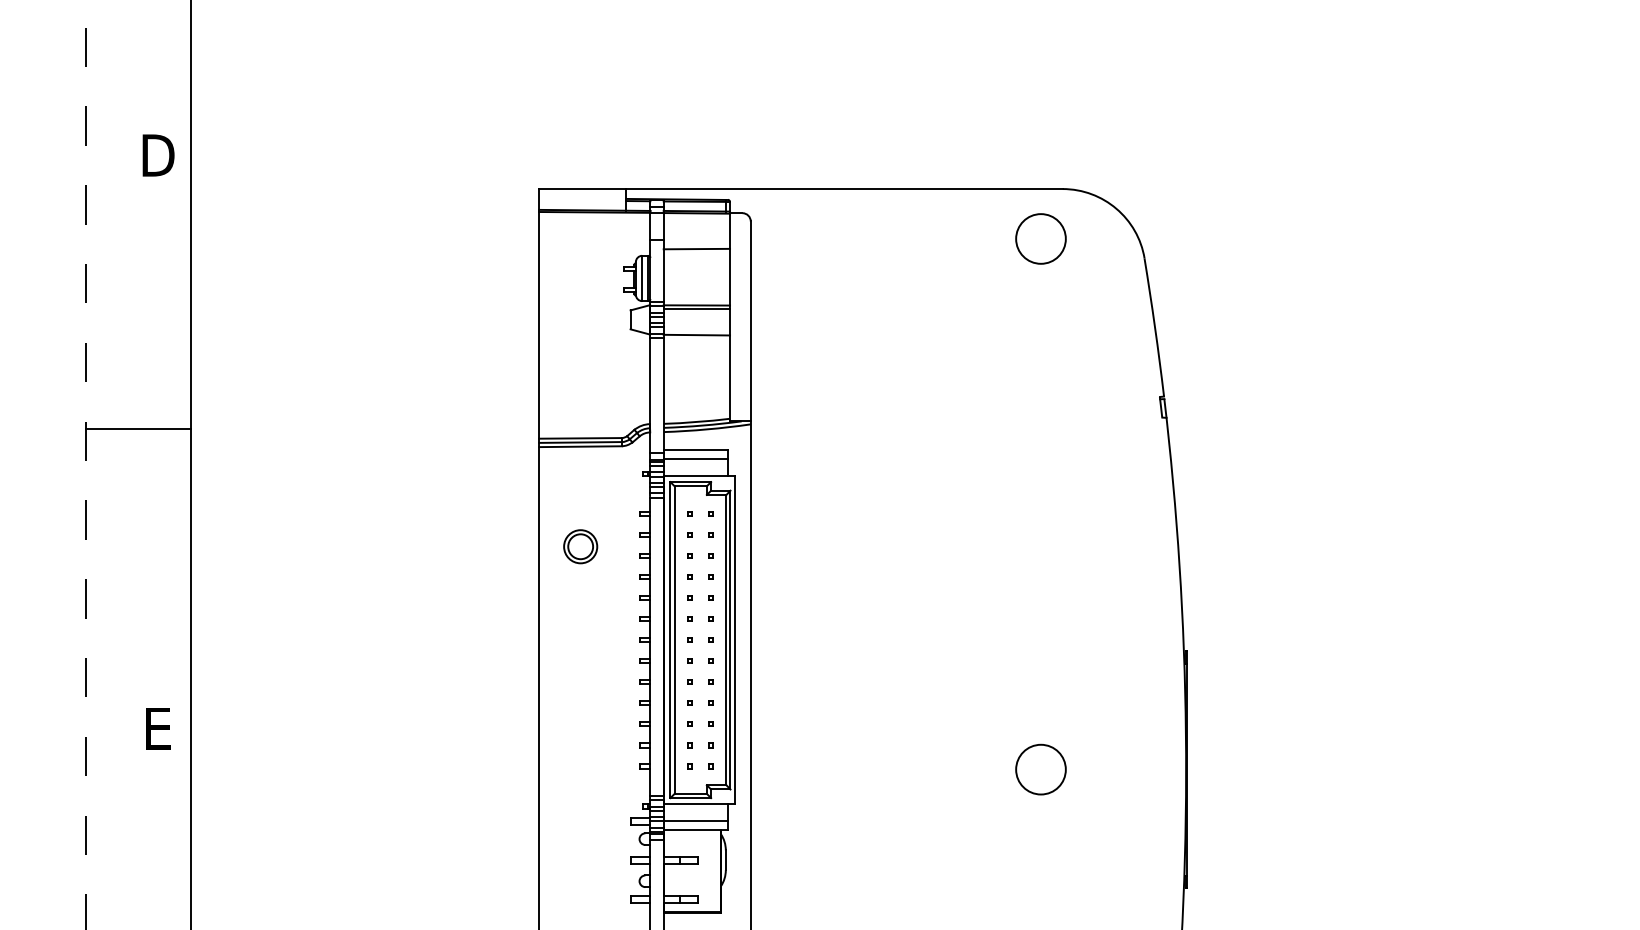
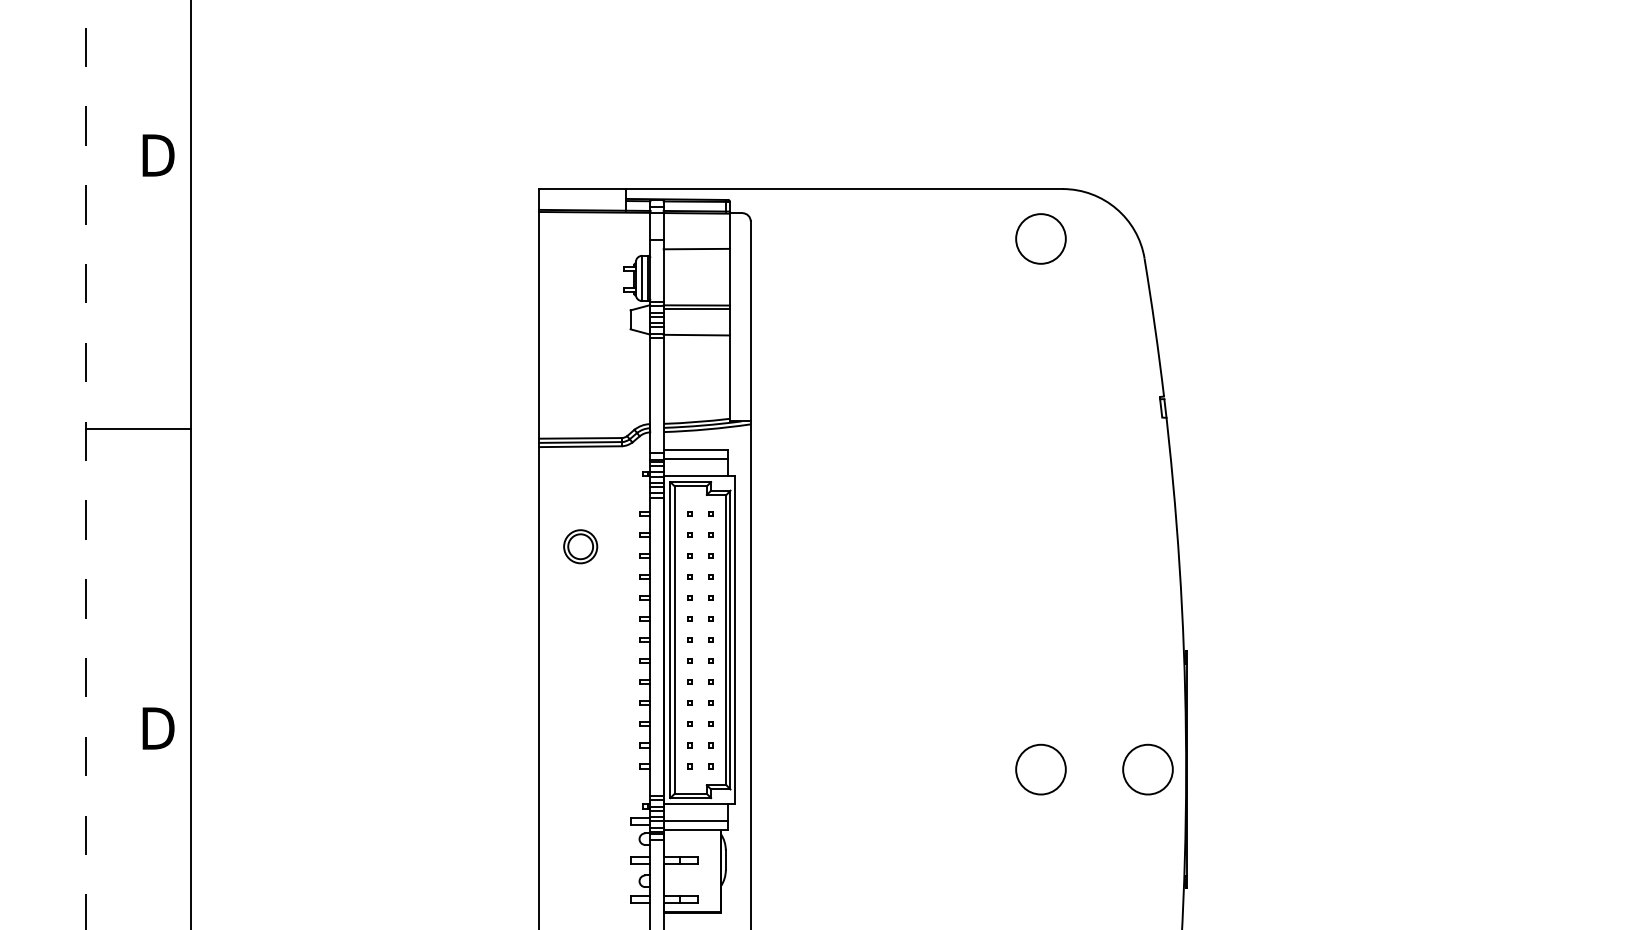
text at (158, 728): E -> D
circle at (1147, 769): none -> present
